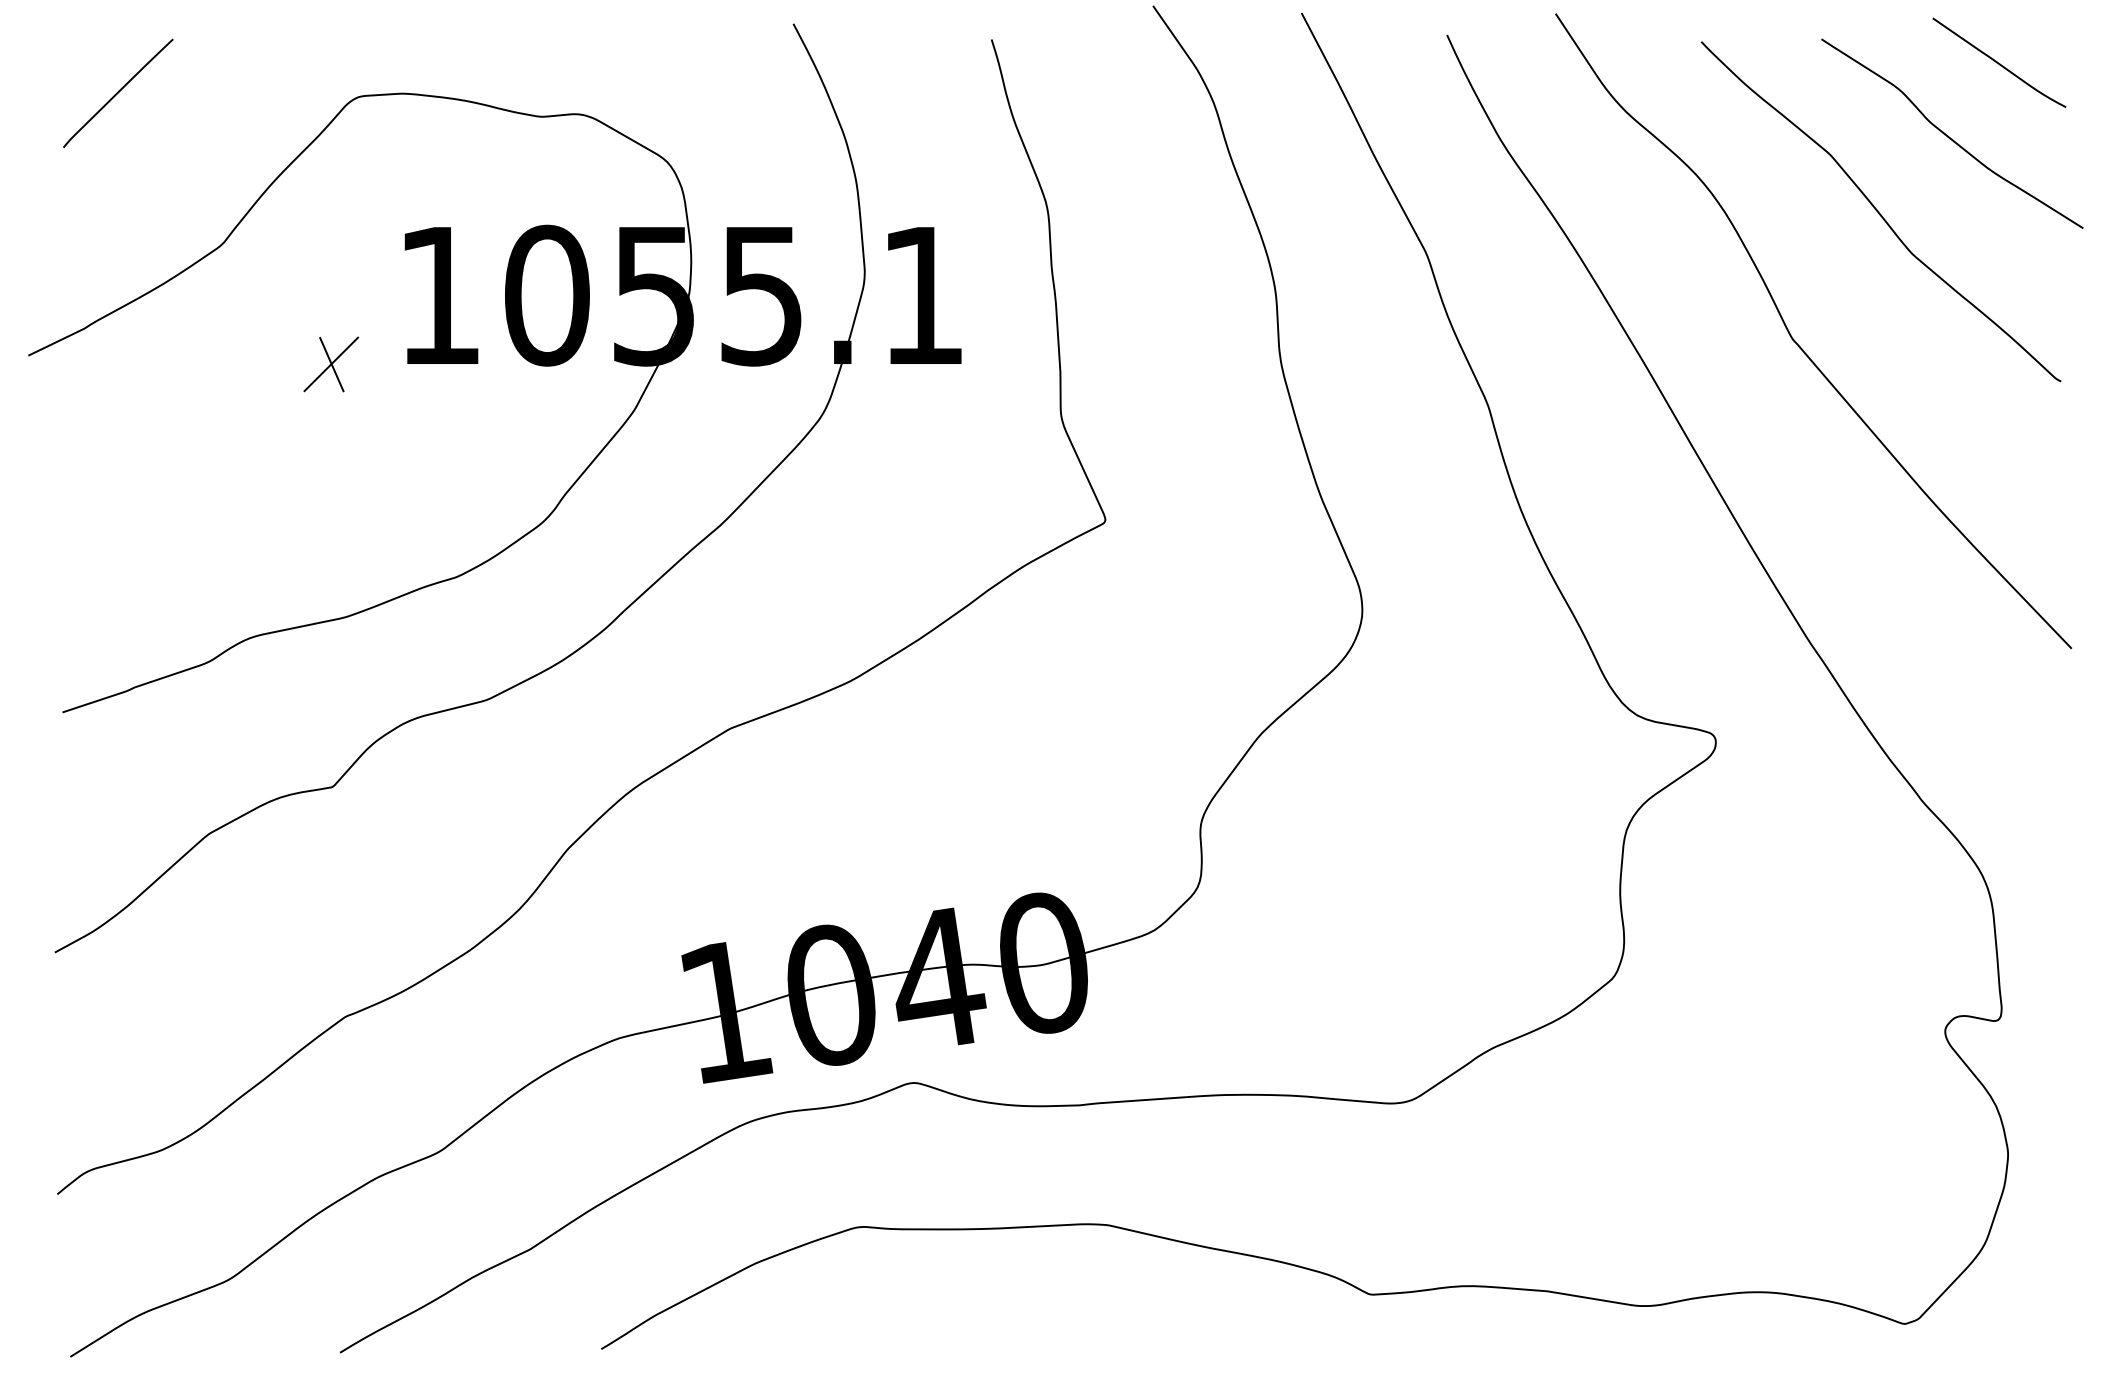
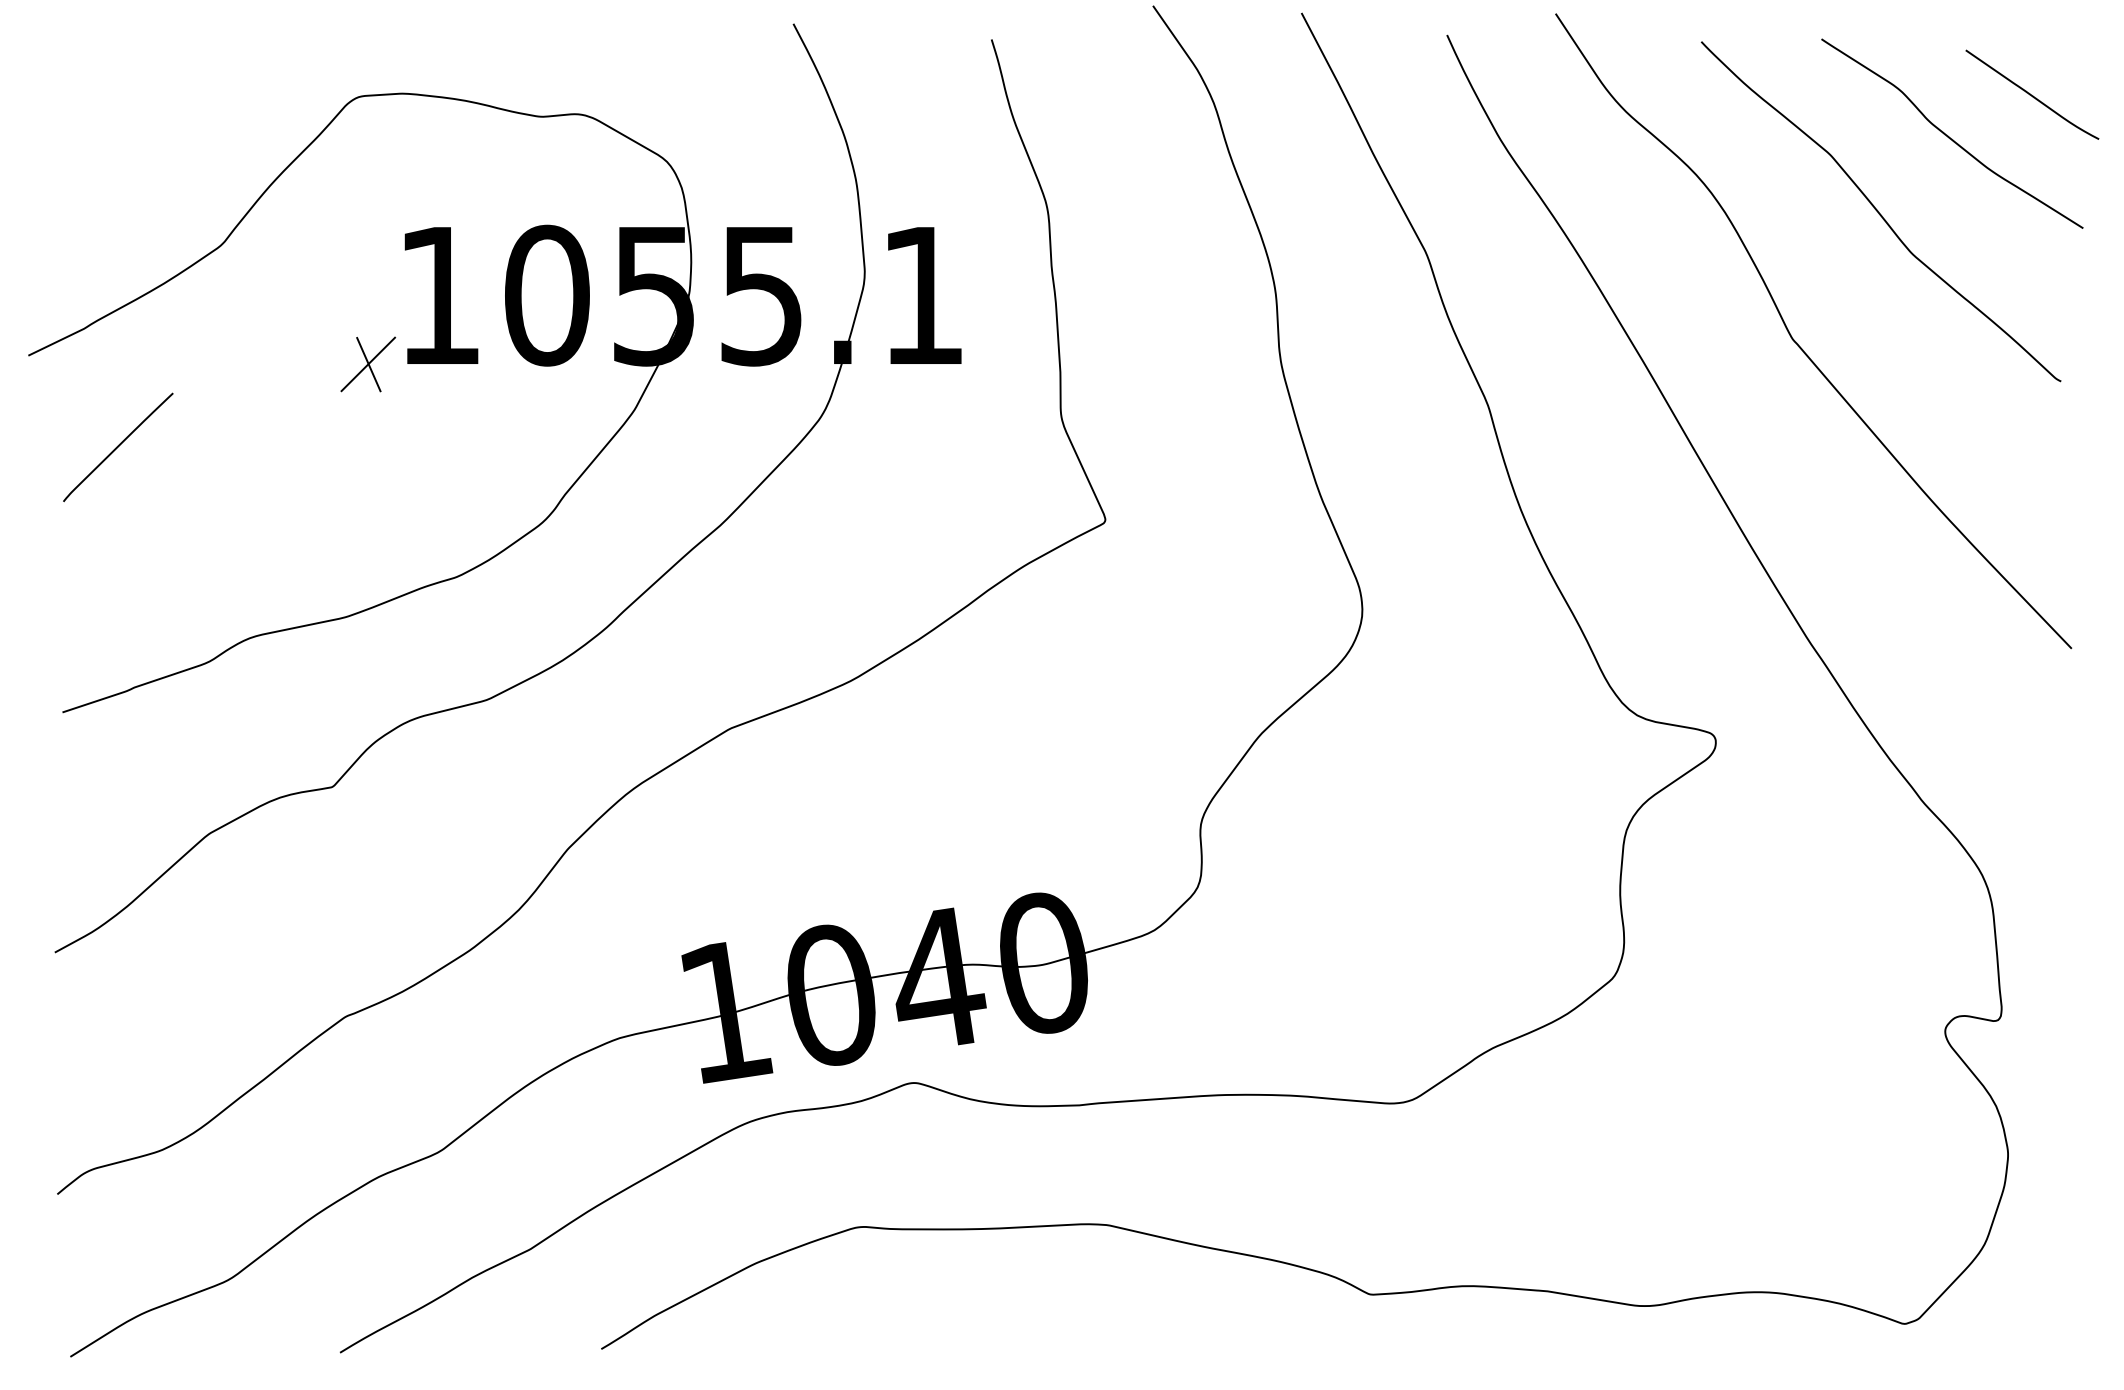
curve at (1998, 62) position: (1998, 62) -> (2031, 94)
curve at (118, 93) position: (118, 93) -> (118, 447)
part at (331, 364) position: (331, 364) -> (368, 364)
